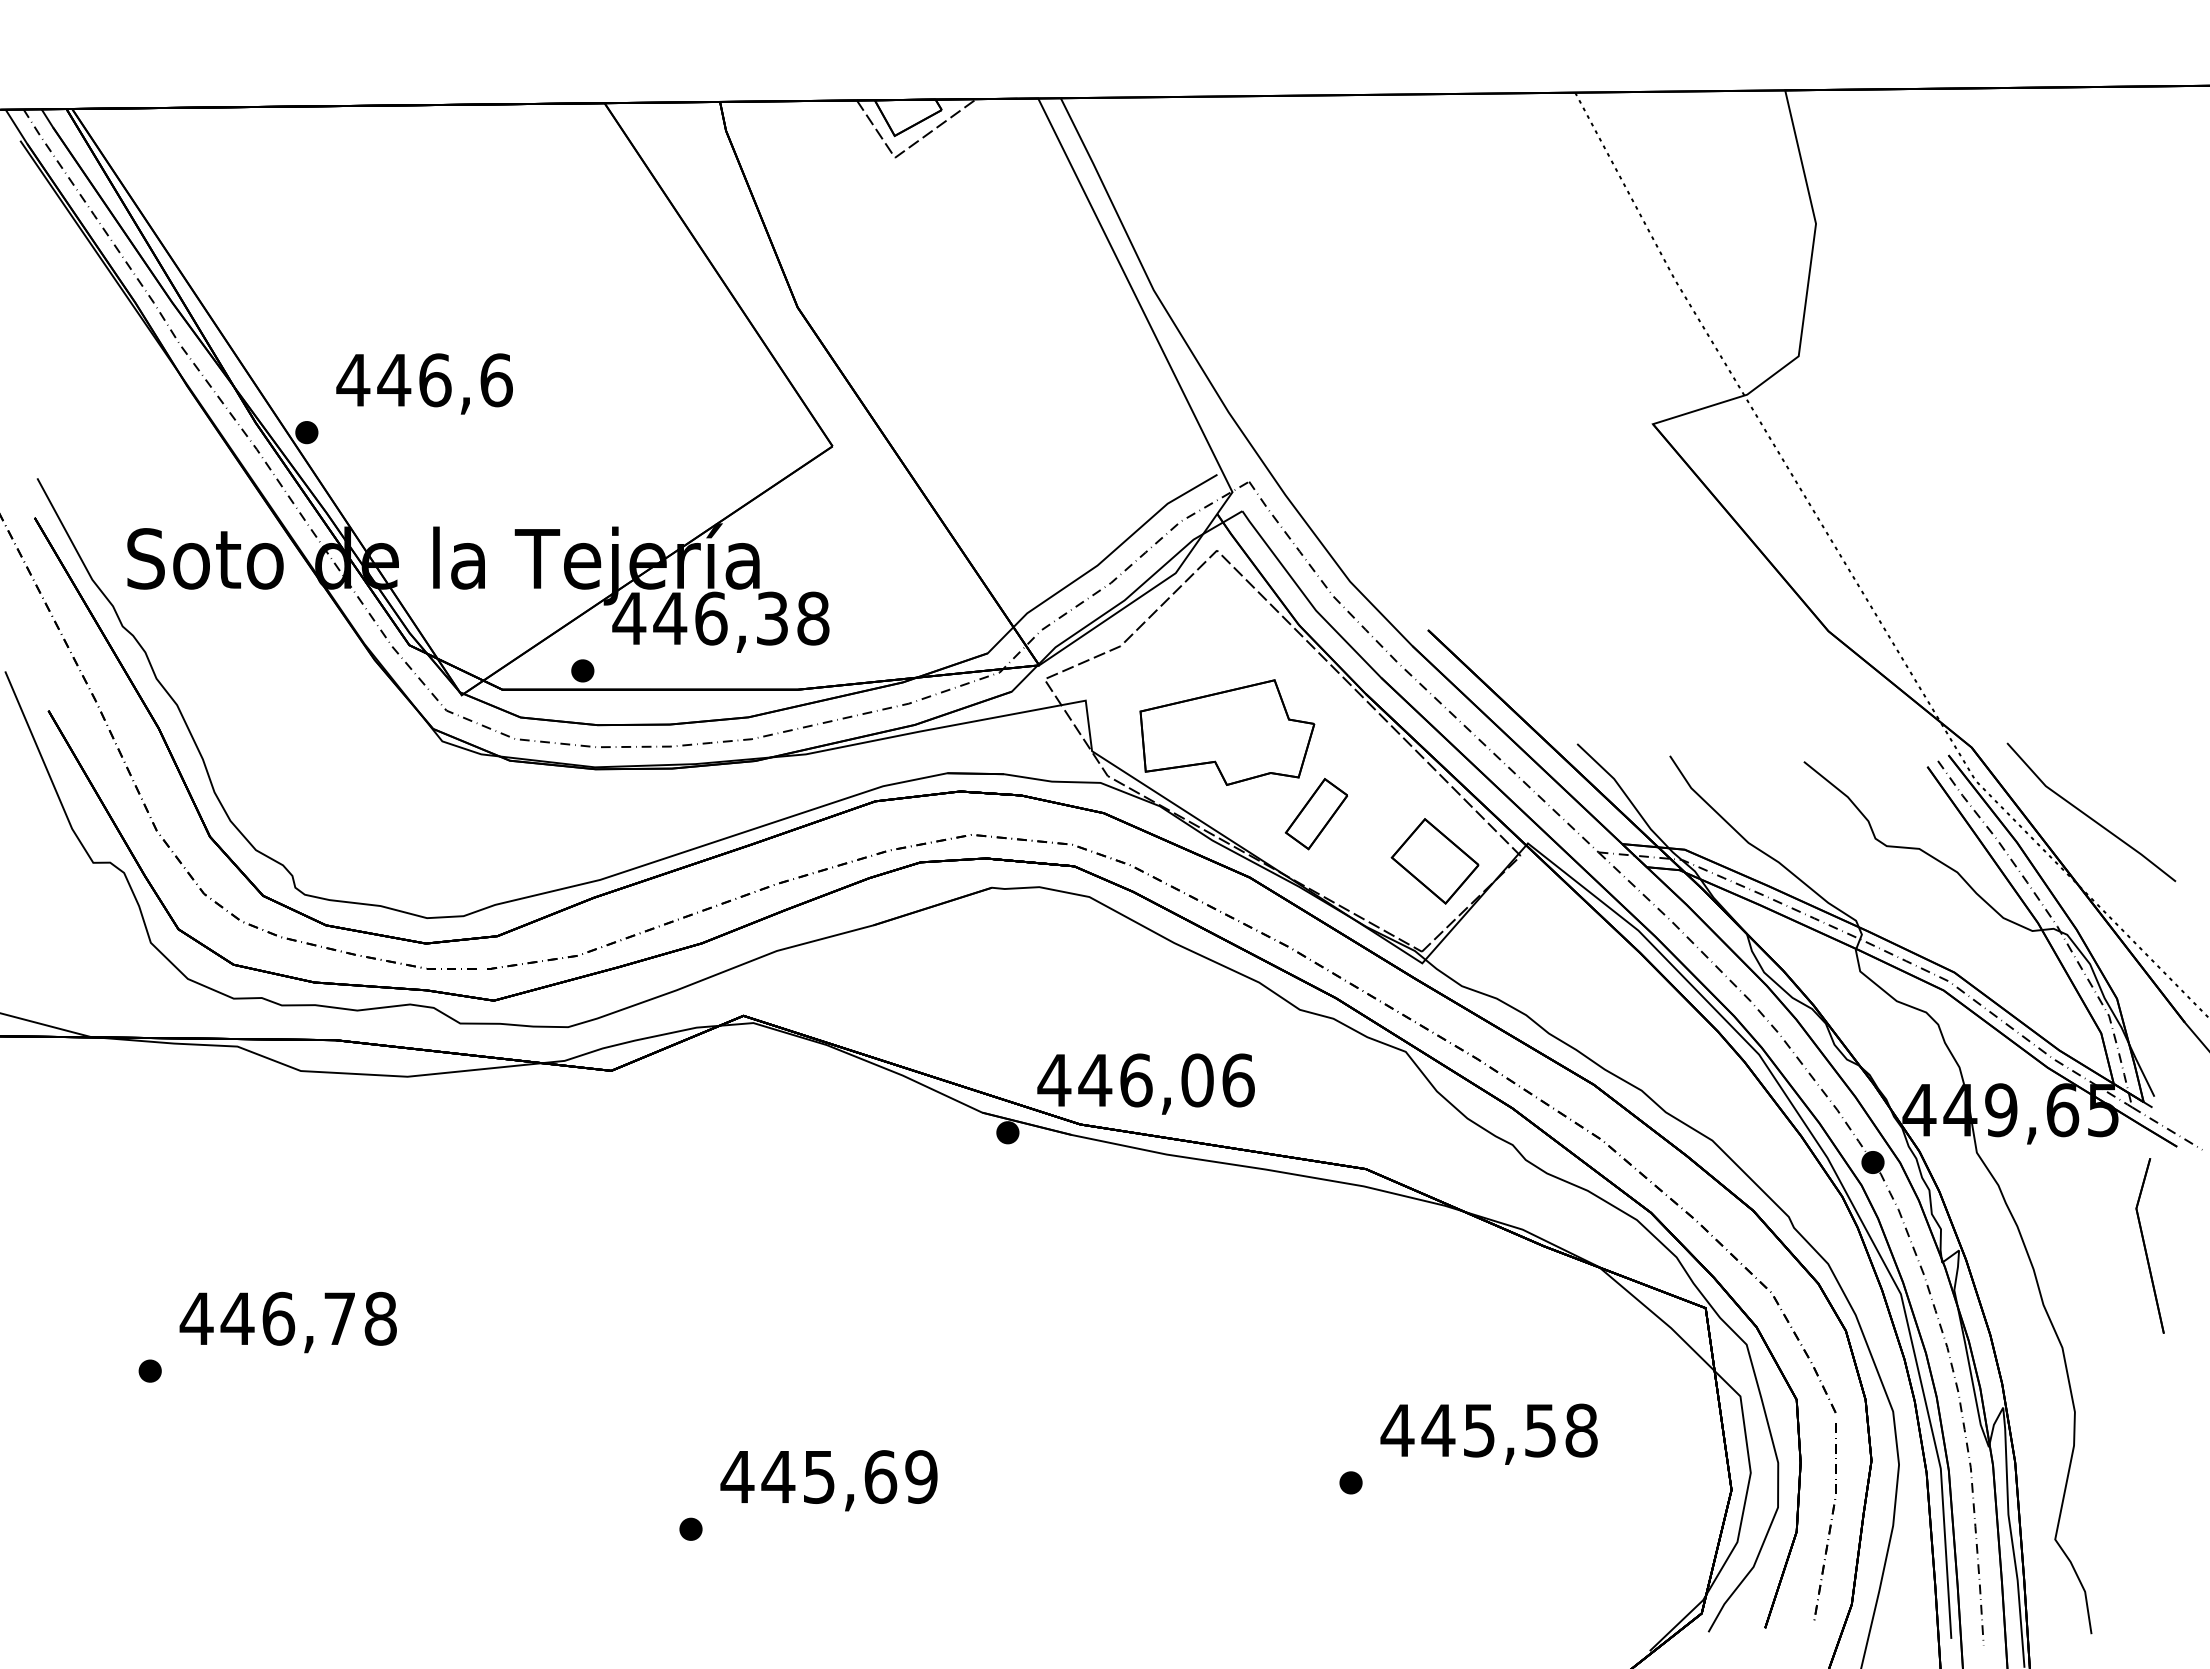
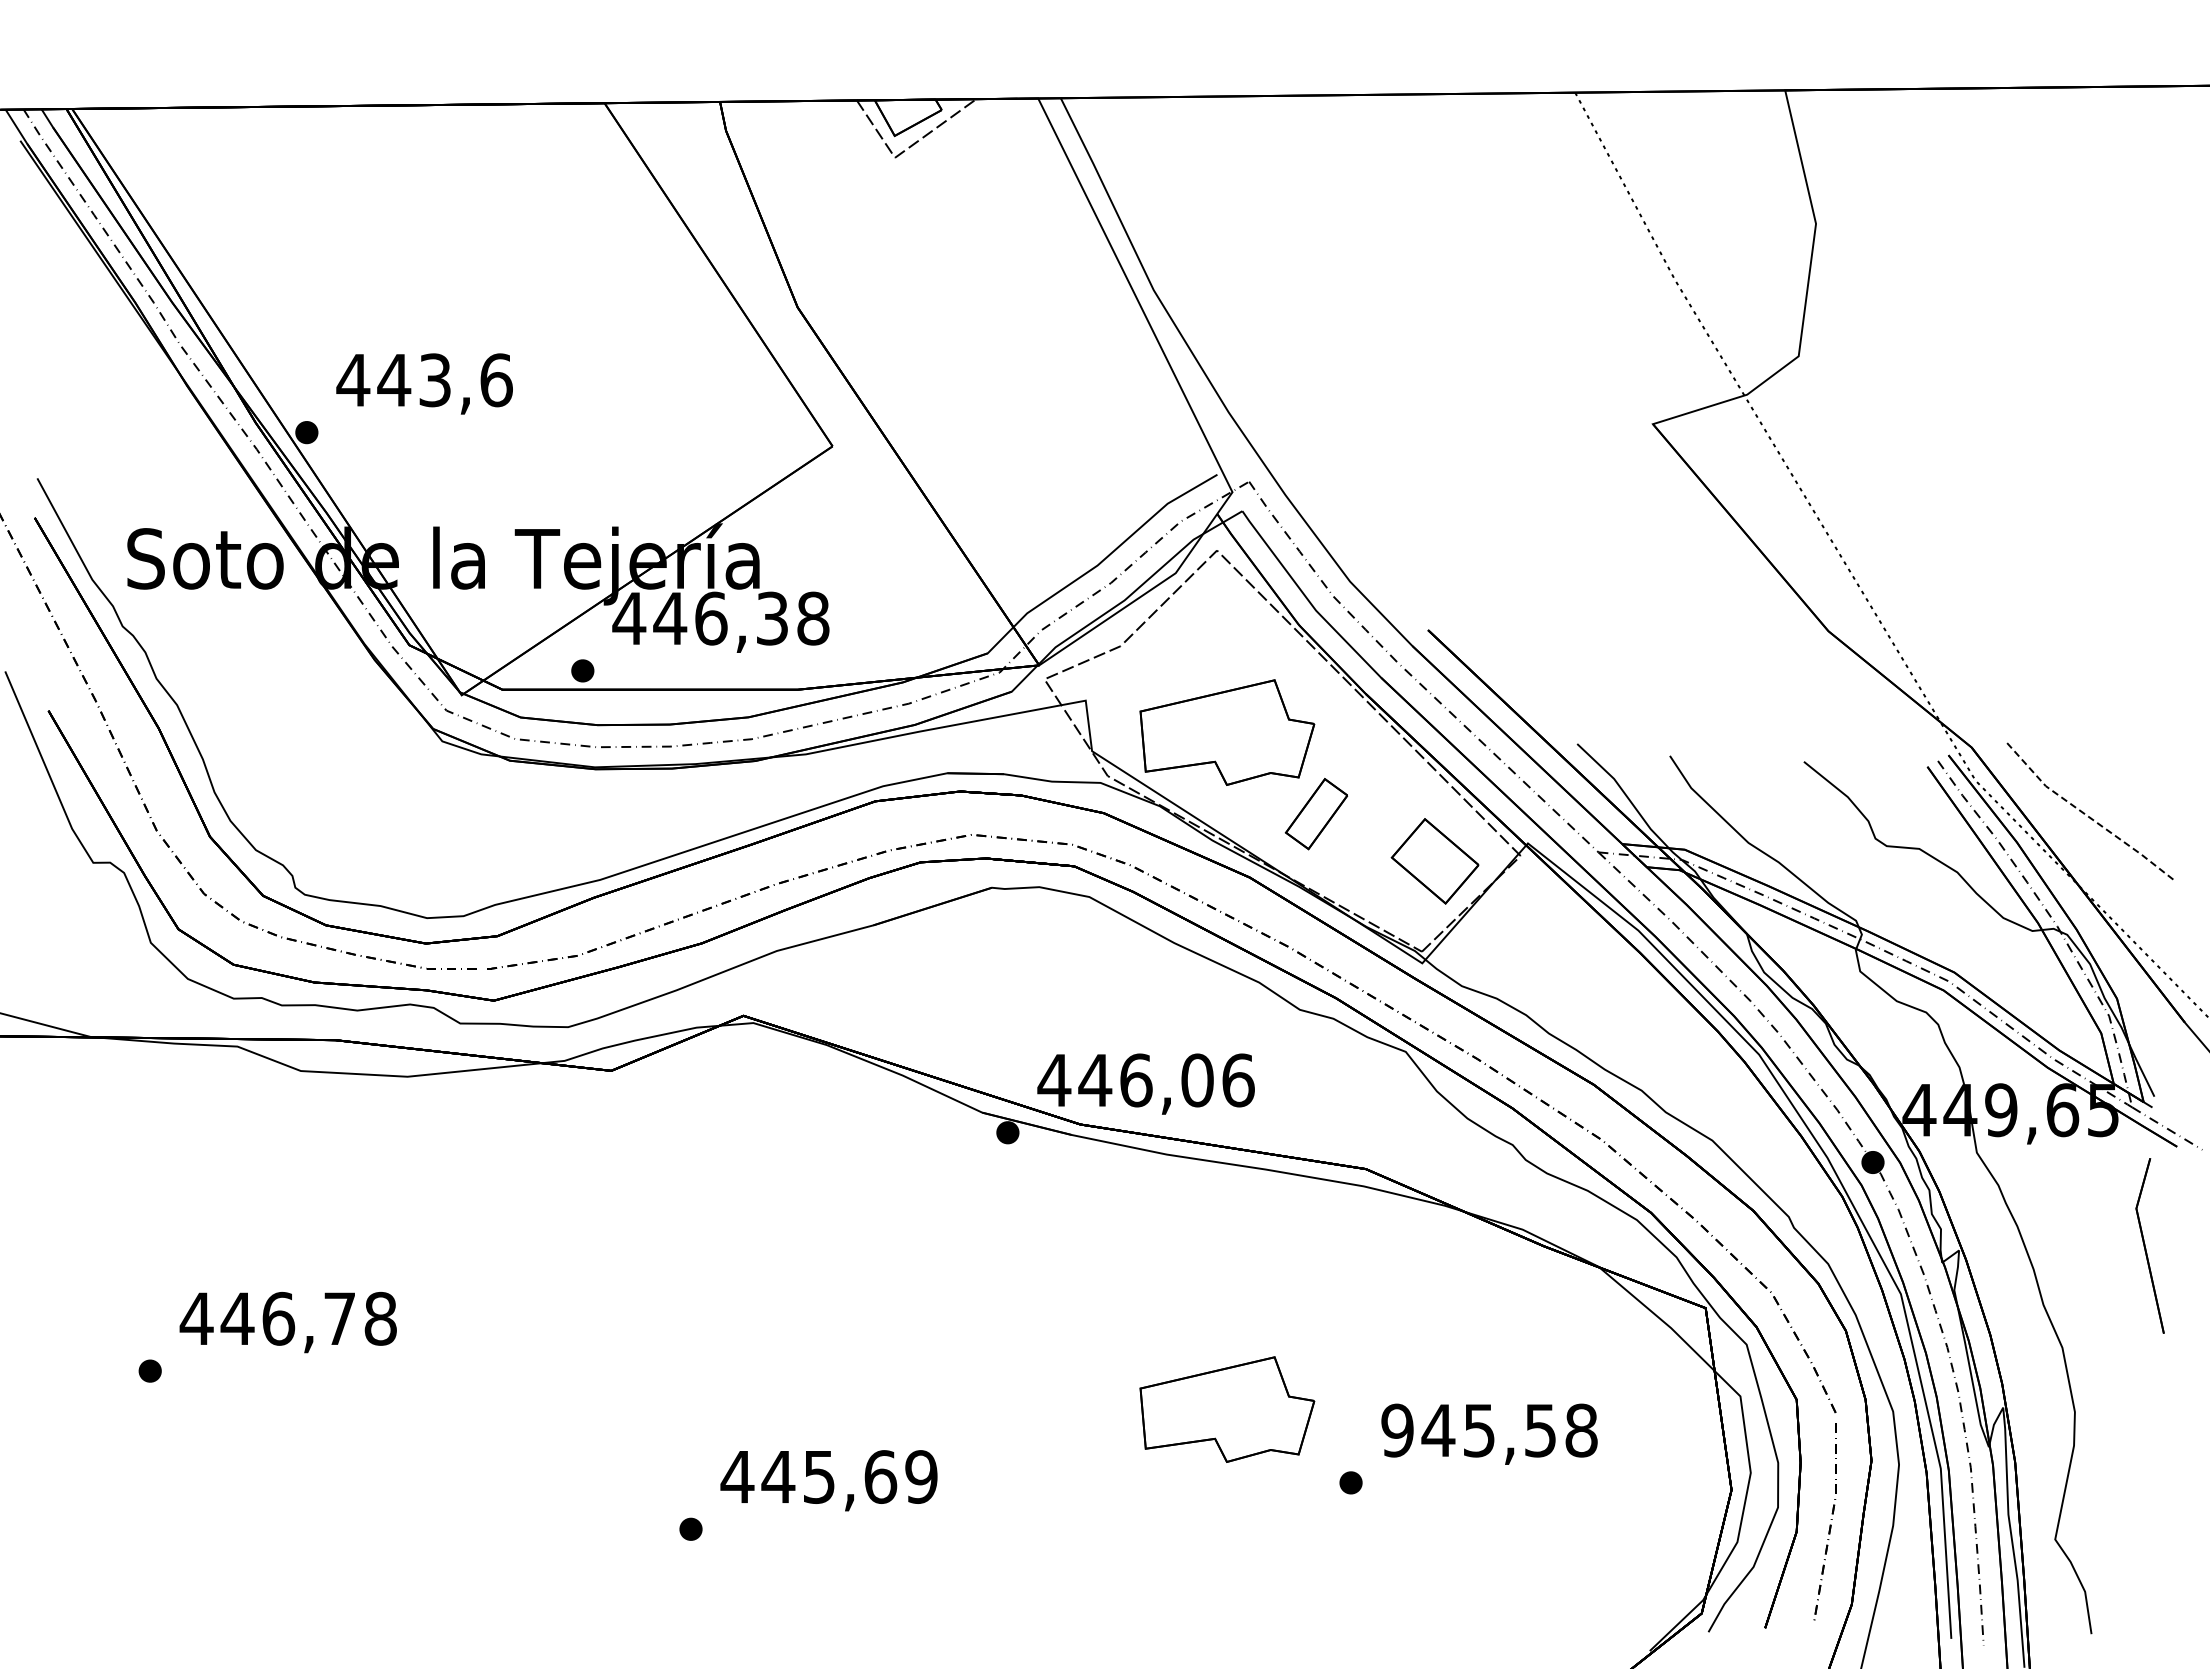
text at (435, 380): 446,6 -> 443,6
line at (2087, 816): solid -> dashed
part at (1227, 1409): none -> present
text at (1397, 1430): 445,58 -> 945,58
